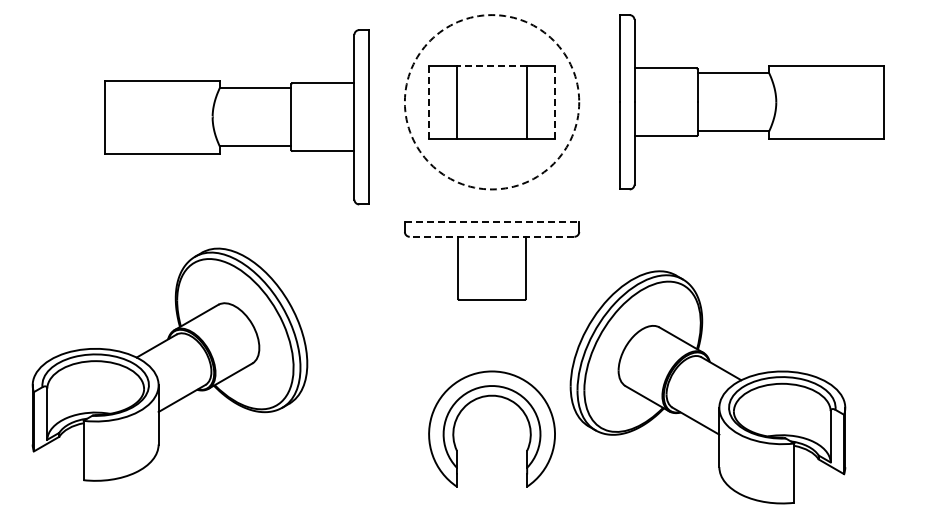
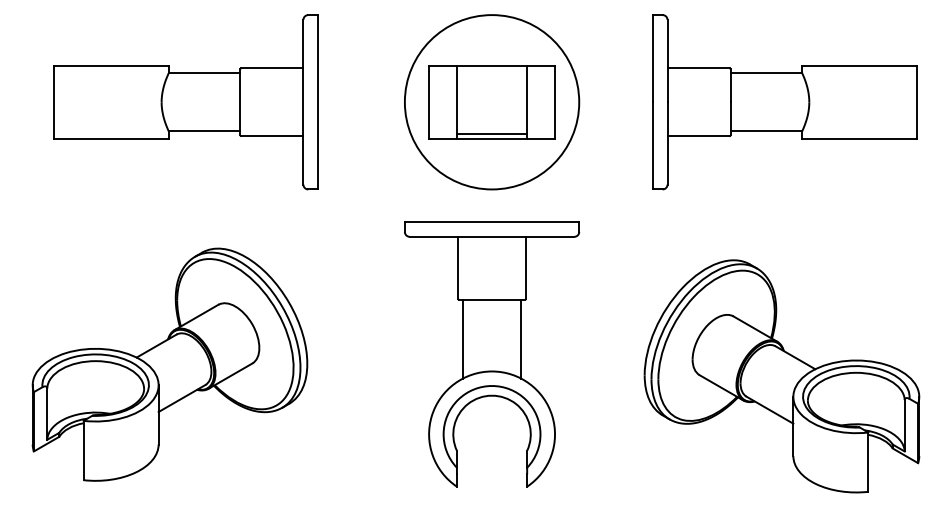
line at (491, 65): dashed -> solid
line at (429, 101): dashed -> solid
line at (555, 101): dashed -> solid
circle at (491, 102): dashed -> solid
part at (751, 102) position: (751, 102) -> (784, 102)
part at (236, 117) position: (236, 117) -> (185, 102)
line at (491, 133): none -> present
line at (492, 222): dashed -> solid
line at (491, 236): dashed -> solid
line at (462, 338): none -> present
line at (521, 338): none -> present
part at (707, 387) position: (707, 387) -> (781, 376)
